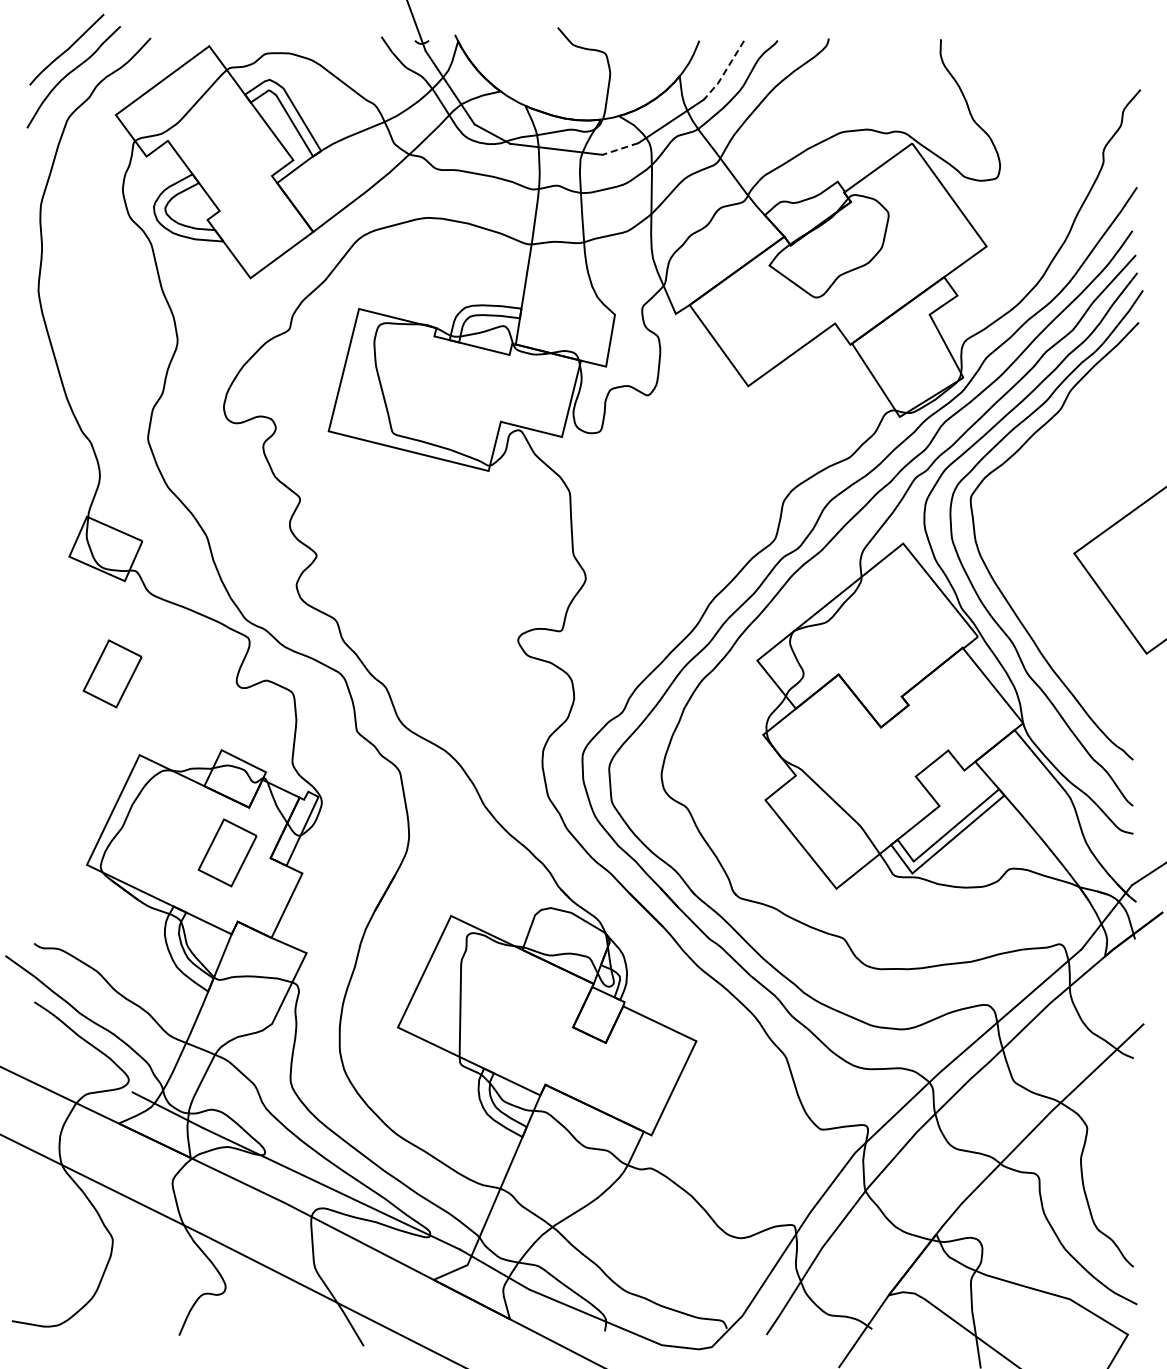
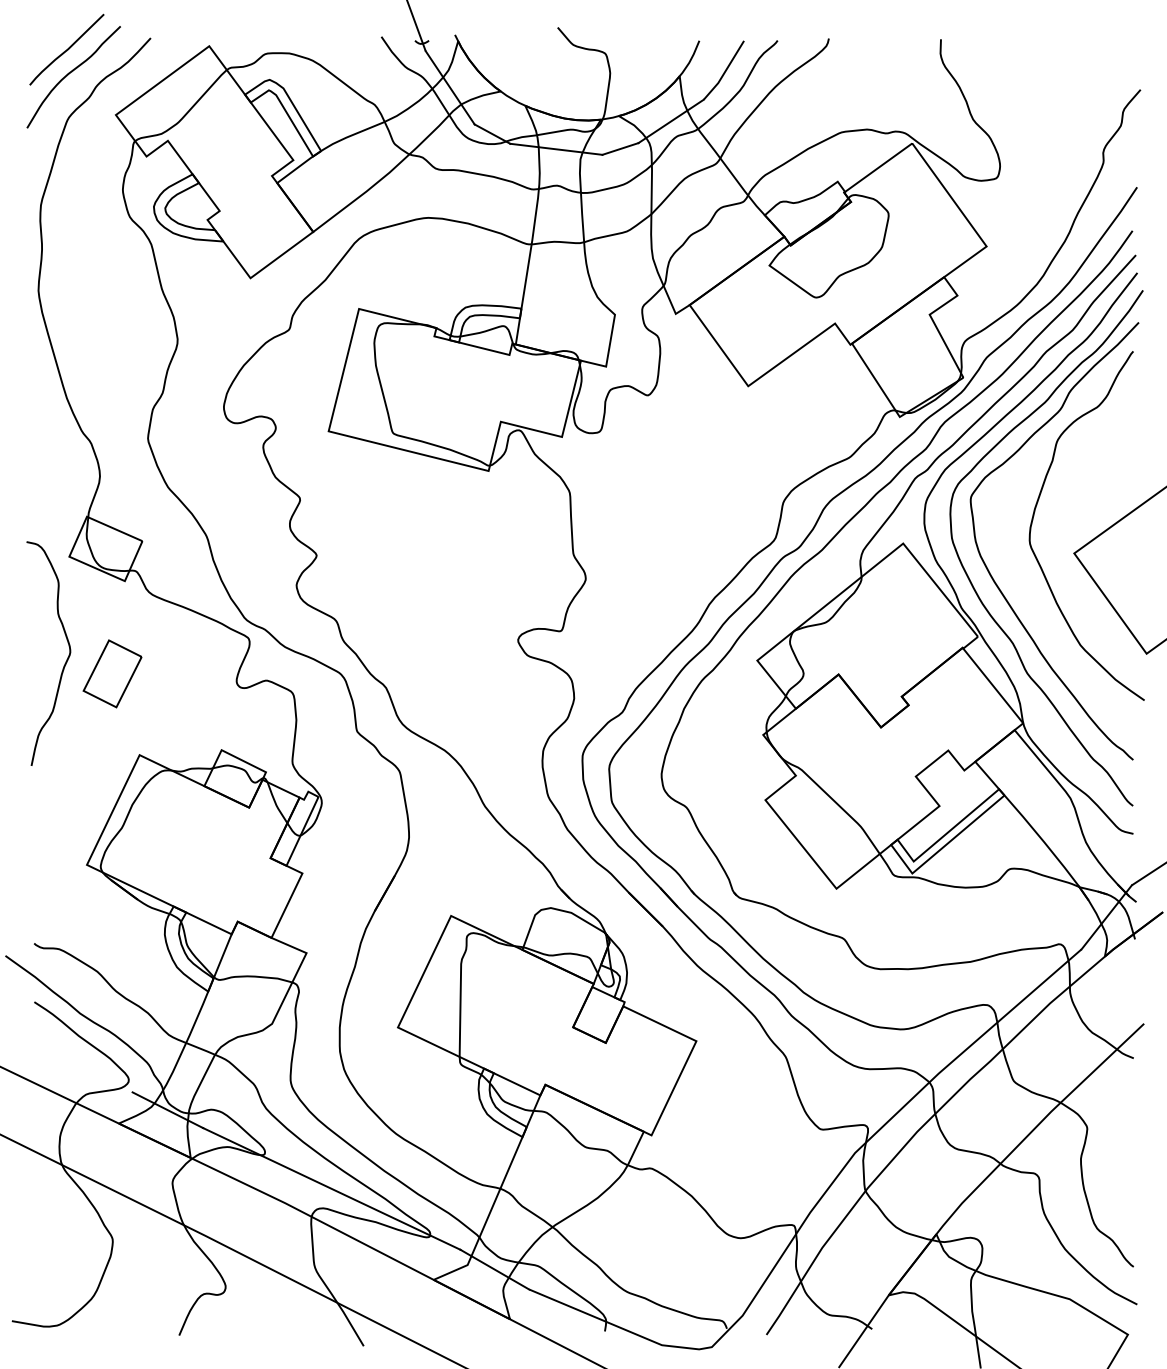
line at (724, 72): dashed -> solid
line at (620, 148): dashed -> solid
curve at (1034, 516): none -> present
curve at (65, 661): none -> present
part at (227, 852): present -> none
